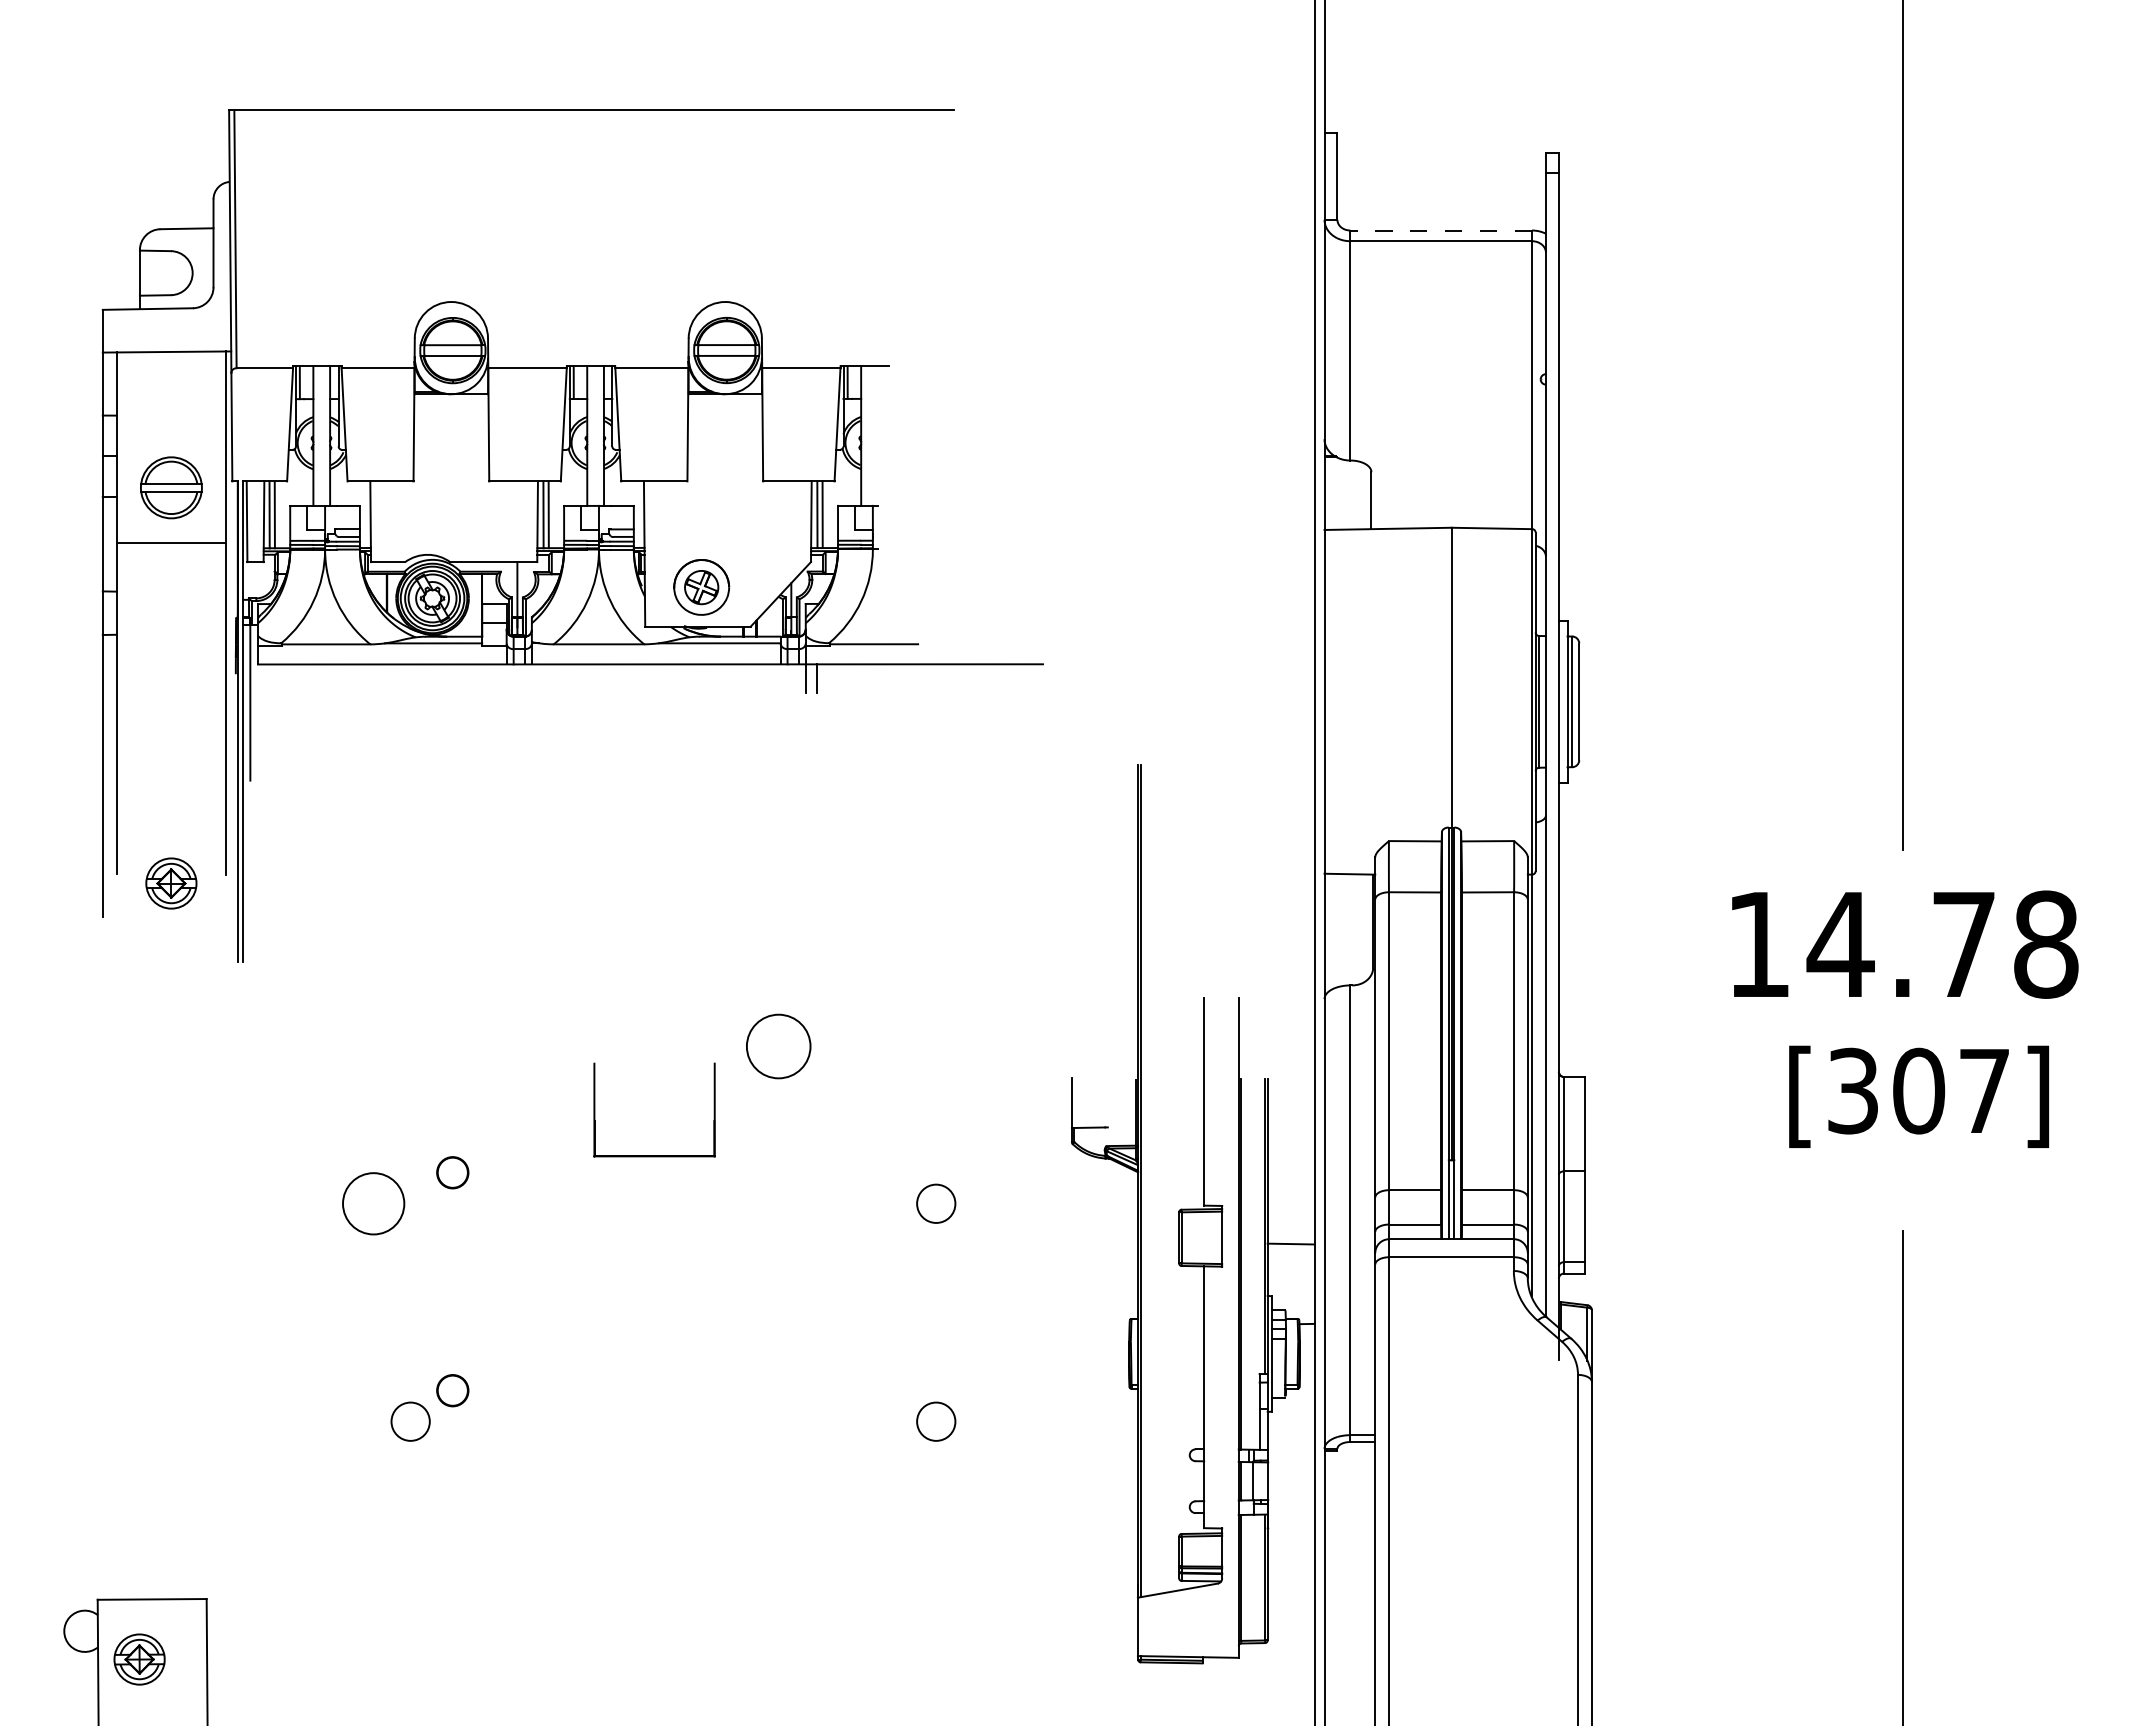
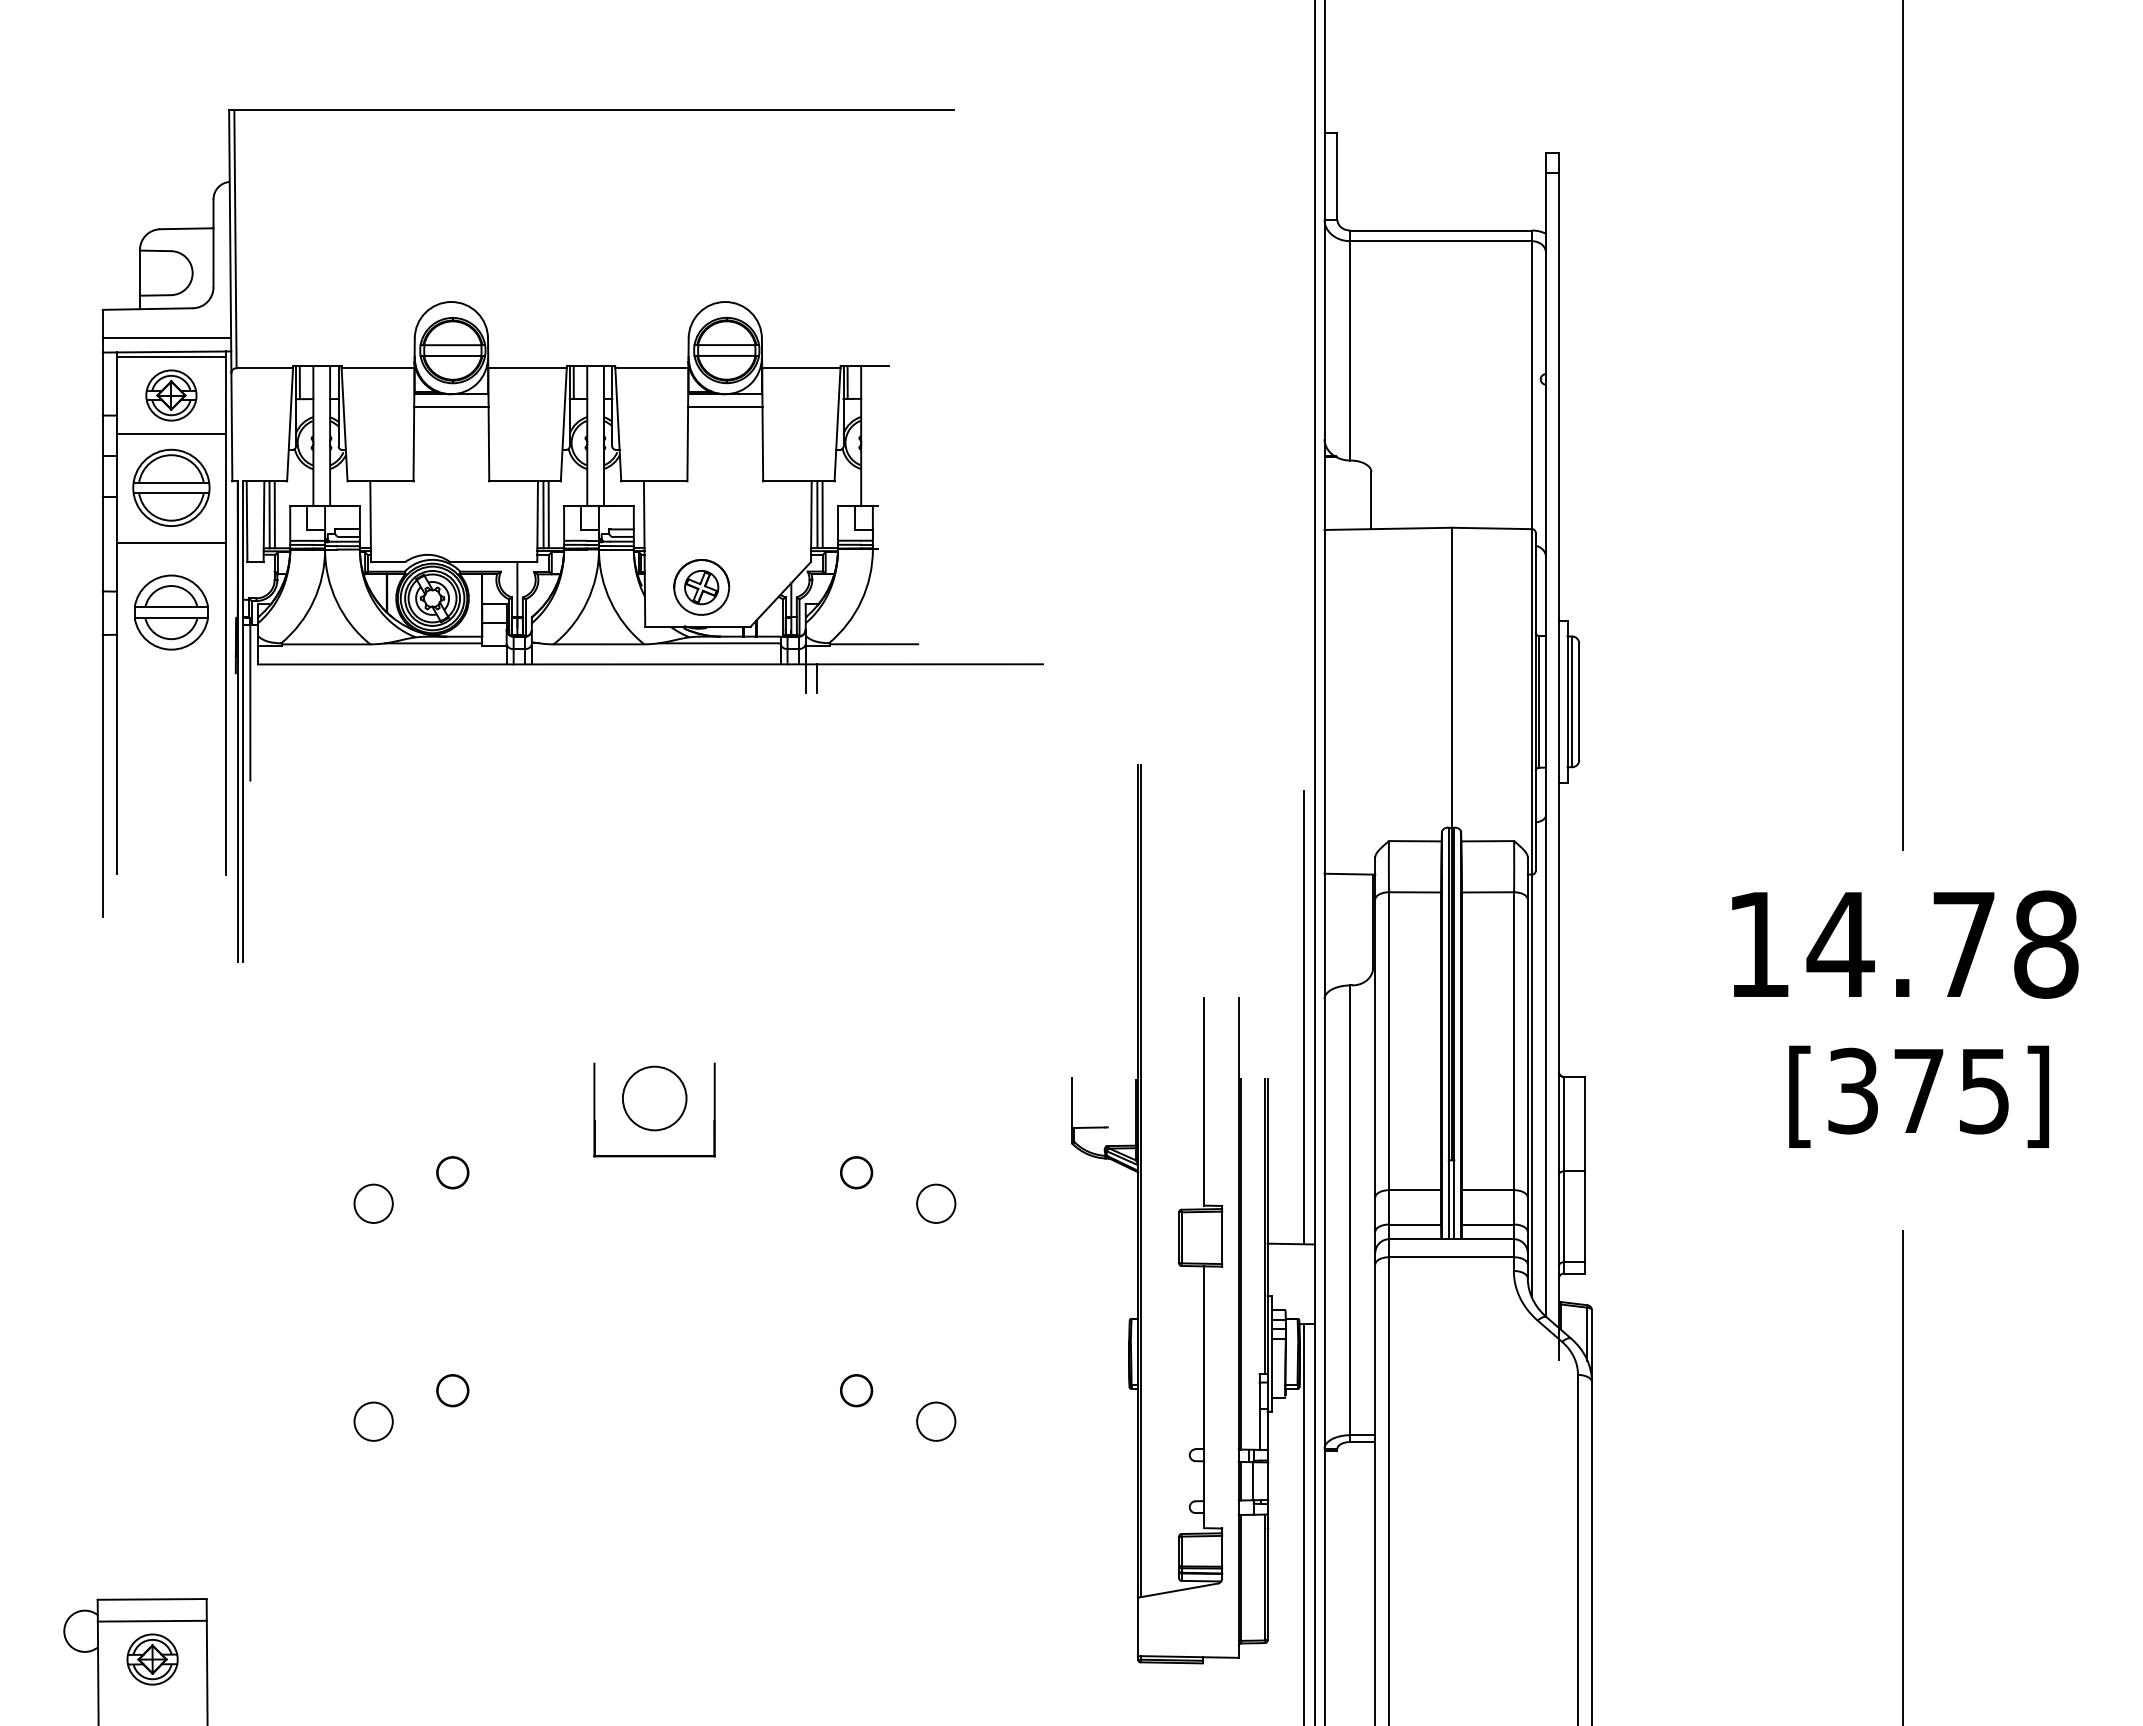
line at (1441, 230): dashed -> solid
line at (166, 337): none -> present
line at (170, 357): none -> present
line at (451, 406): none -> present
line at (725, 406): none -> present
line at (170, 433): none -> present
part at (171, 487) size: 63x64 px -> 79x79 px
part at (171, 612): none -> present
part at (171, 883) position: (171, 883) -> (171, 395)
line at (1304, 1017): none -> present
circle at (778, 1046) position: (778, 1046) -> (654, 1098)
text at (1950, 1090): [307] -> [375]
circle at (856, 1172): none -> present
circle at (373, 1203) diameter: 61 px -> 38 px
circle at (856, 1390): none -> present
circle at (410, 1421) position: (410, 1421) -> (373, 1421)
line at (1304, 1523): none -> present
line at (151, 1620): none -> present
part at (139, 1659) position: (139, 1659) -> (152, 1659)
